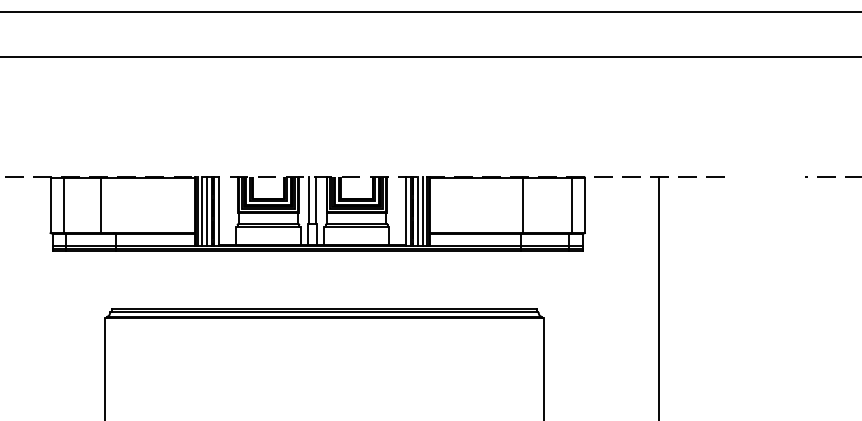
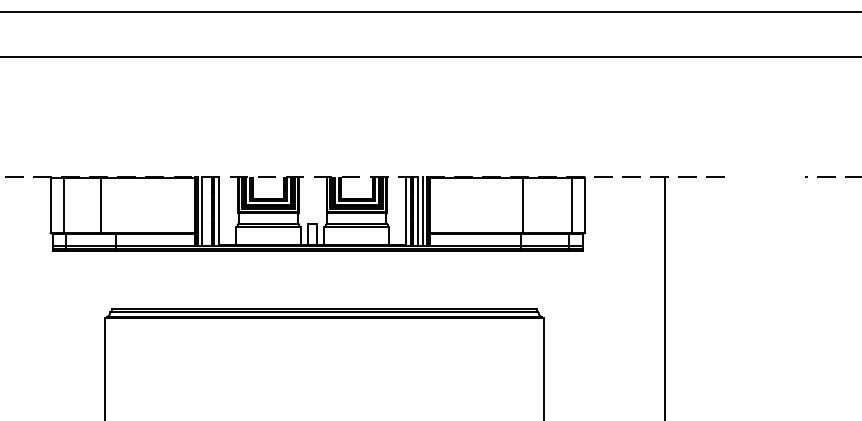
line at (308, 200): present -> none
line at (316, 200): present -> none
line at (207, 211): present -> none
line at (658, 297) position: (658, 297) -> (664, 297)
